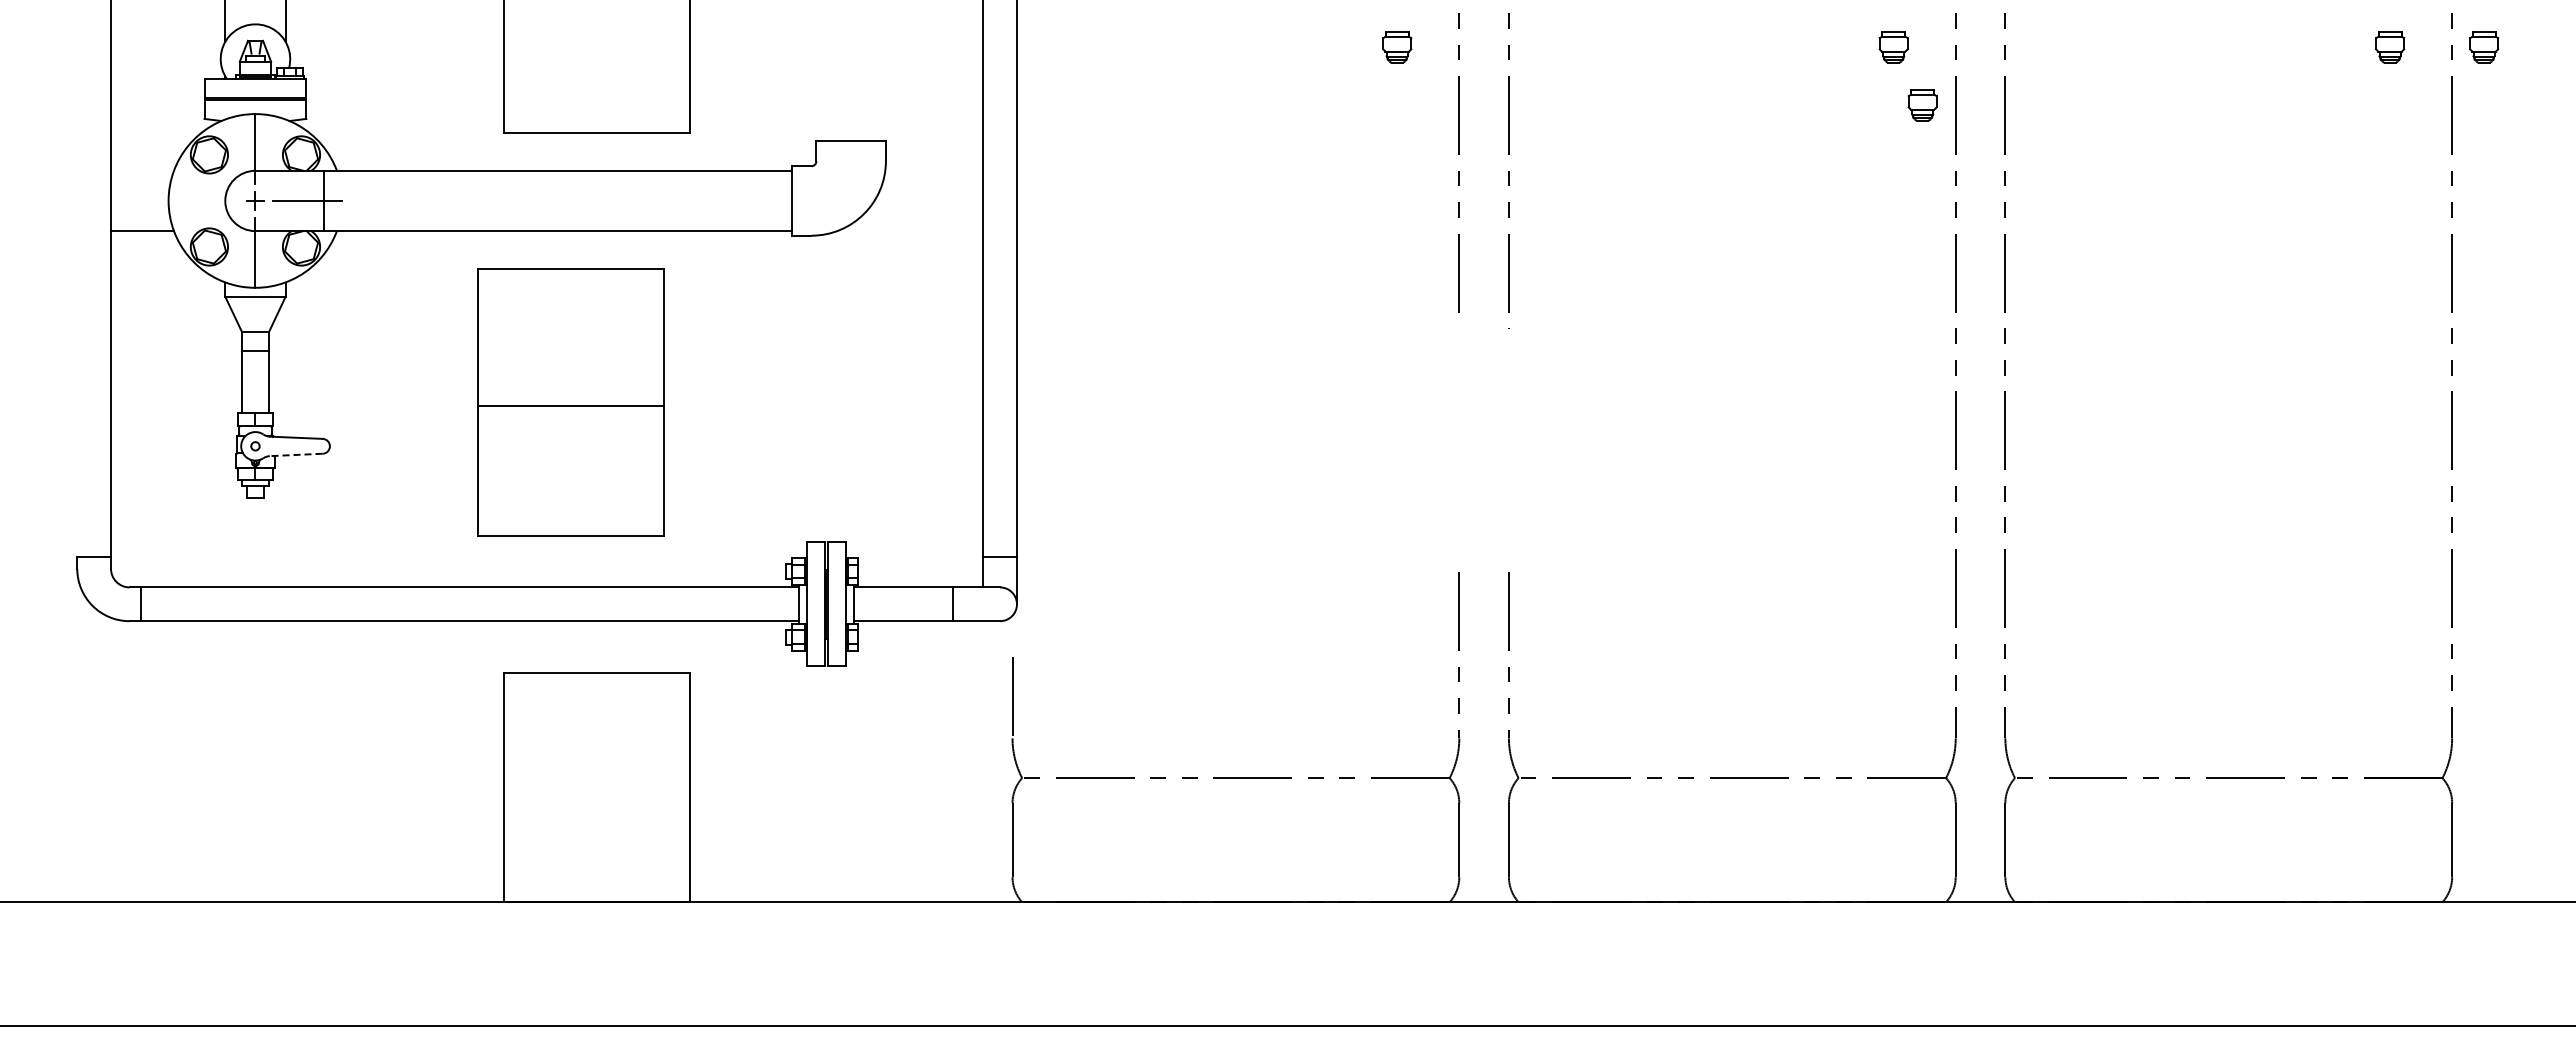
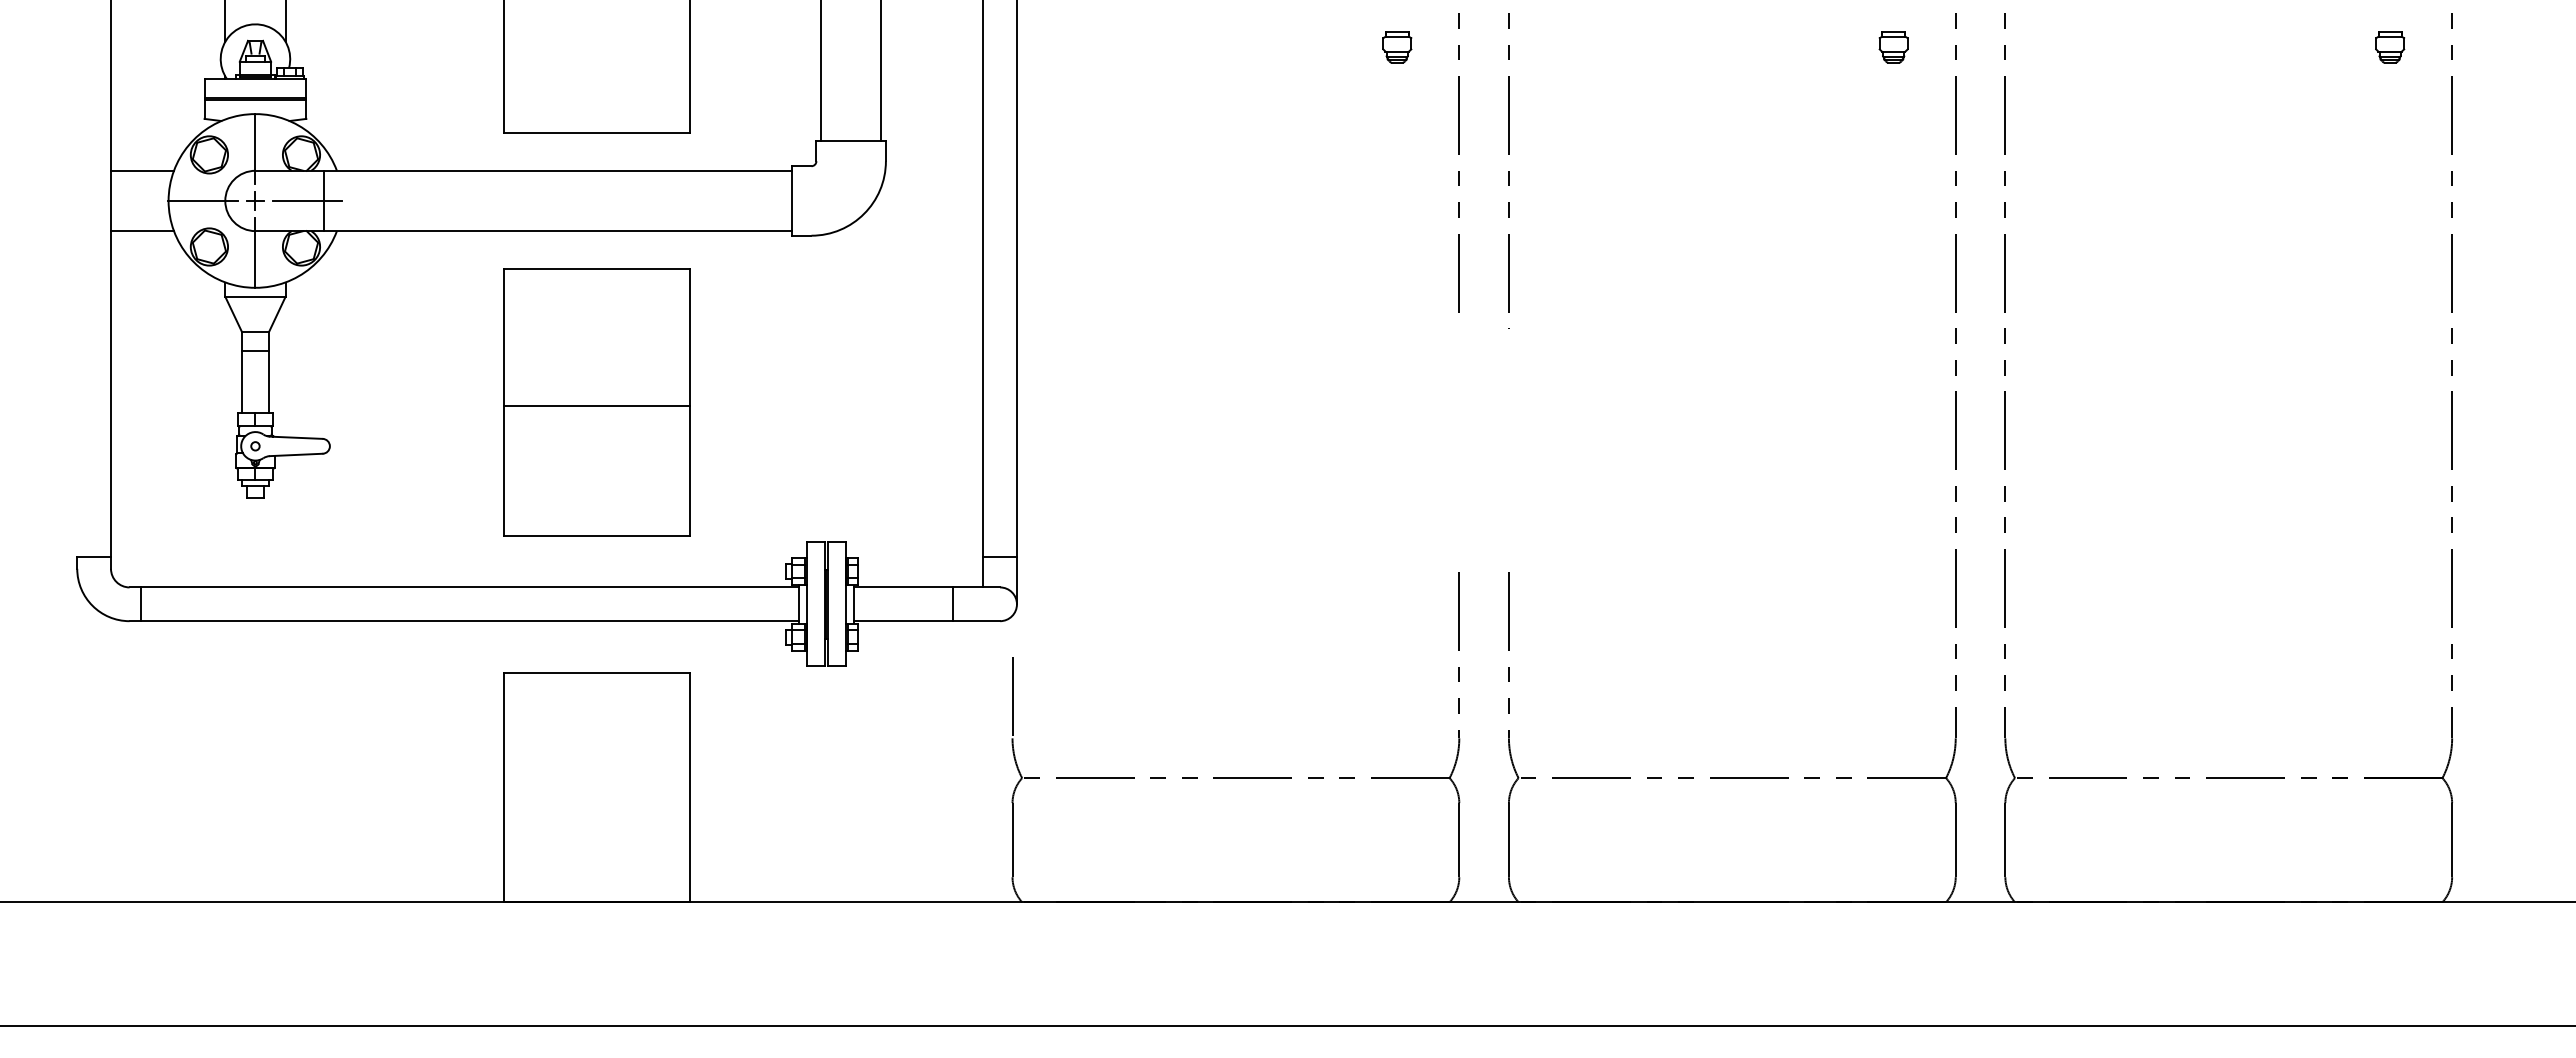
part at (2484, 47): present -> none
line at (821, 71): none -> present
line at (881, 71): none -> present
part at (1922, 105): present -> none
line at (142, 170): none -> present
line at (203, 200): none -> present
part at (570, 402) position: (570, 402) -> (596, 402)
line at (295, 454): dashed -> solid
